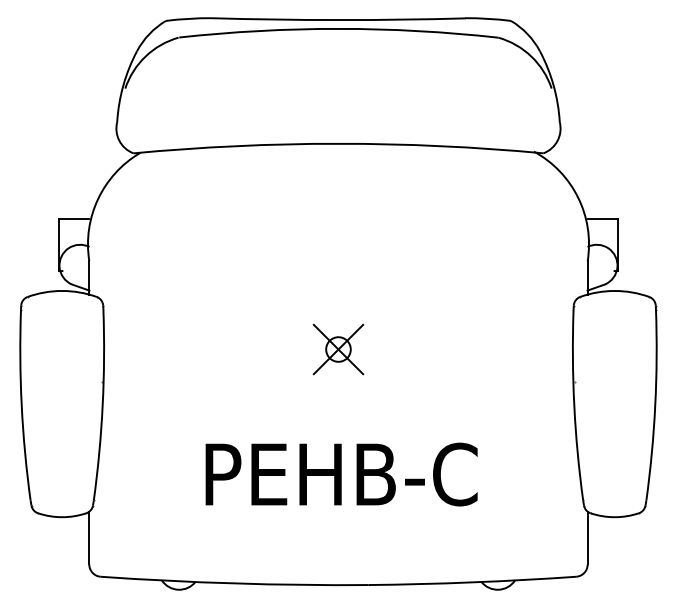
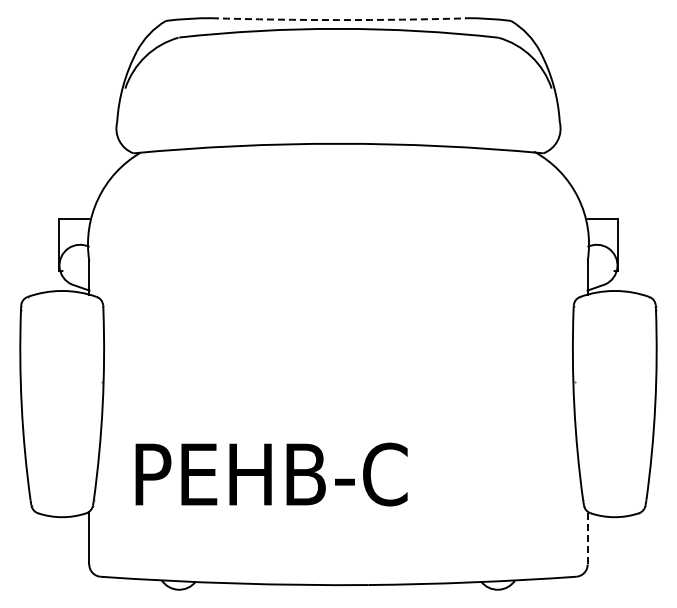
arc at (338, 20): solid -> dashed
part at (338, 349): present -> none
text at (341, 474) position: (341, 474) -> (271, 474)
line at (587, 537): solid -> dashed
